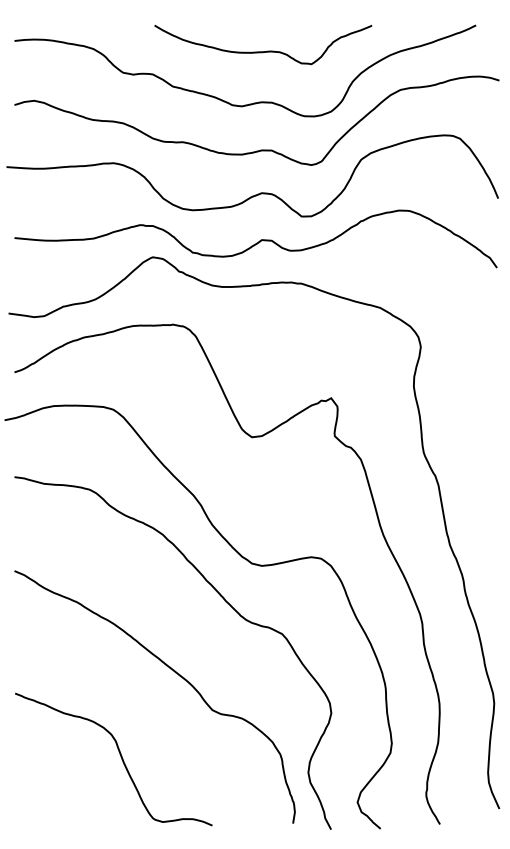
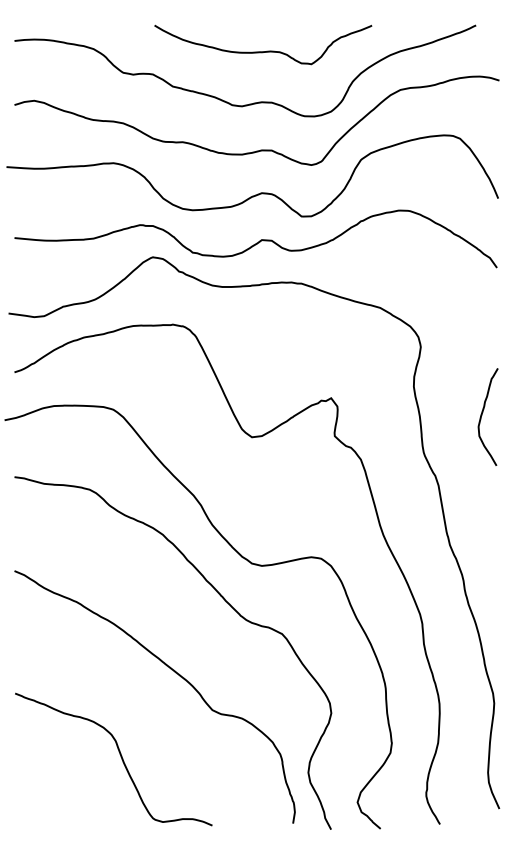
curve at (482, 415): none -> present
